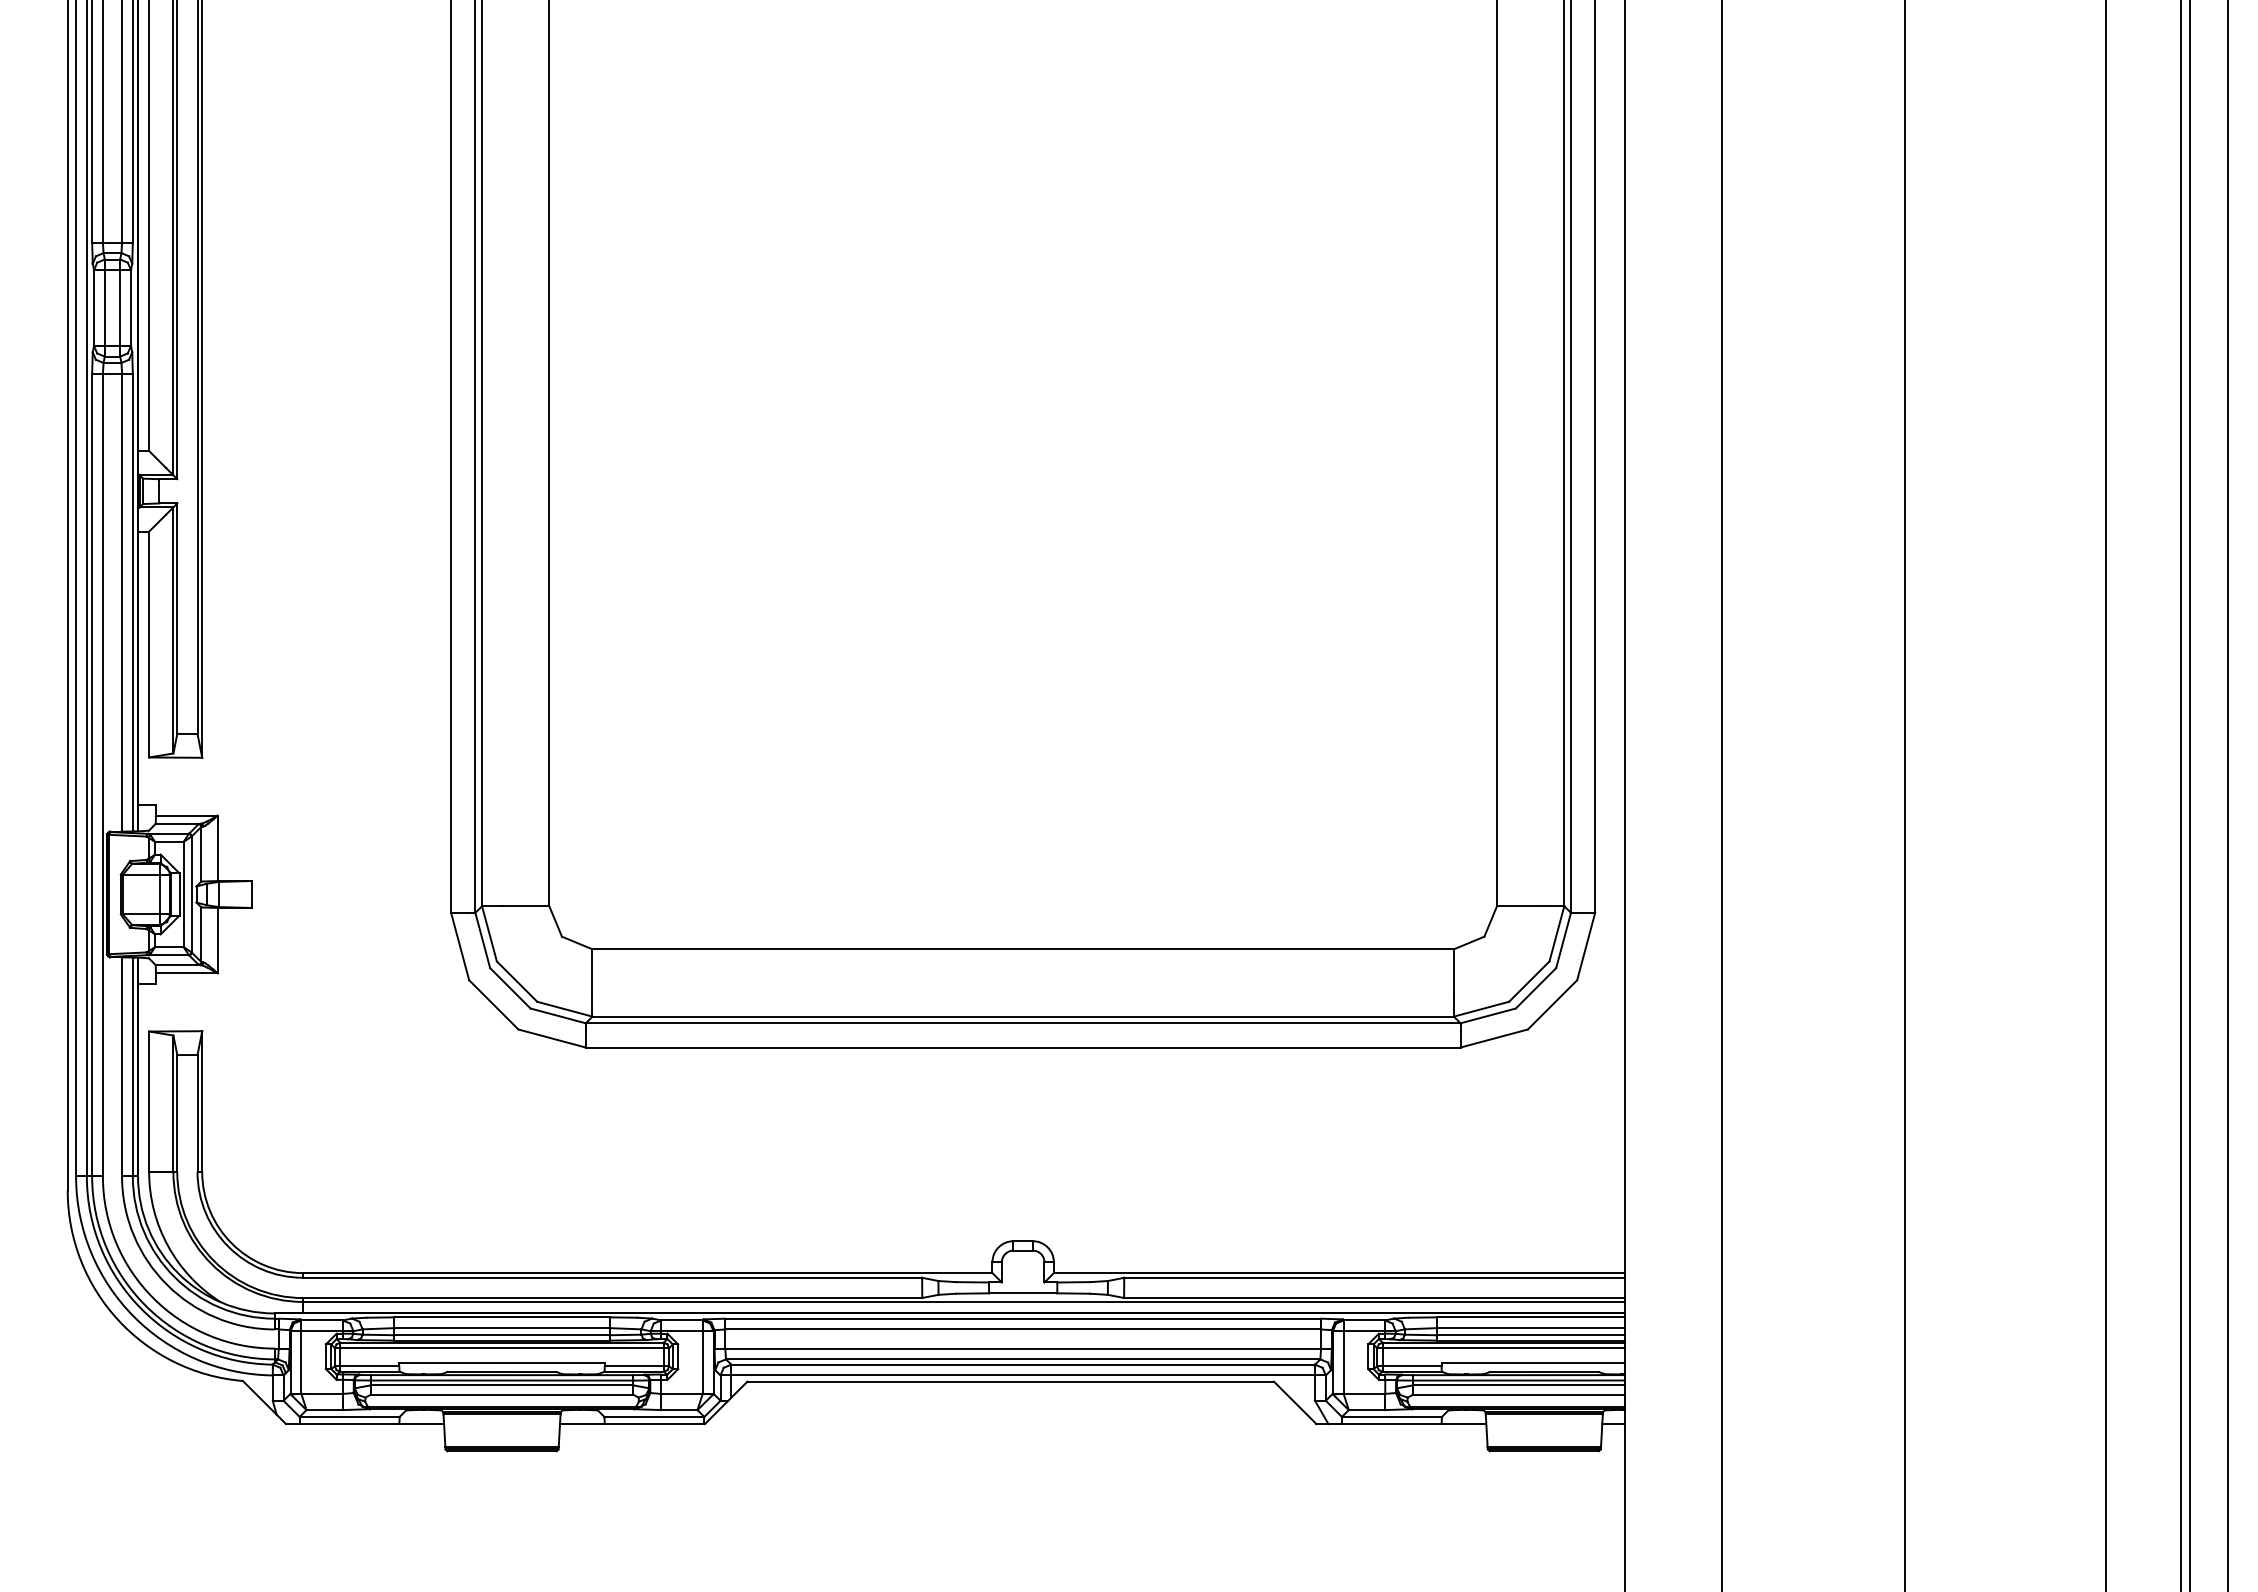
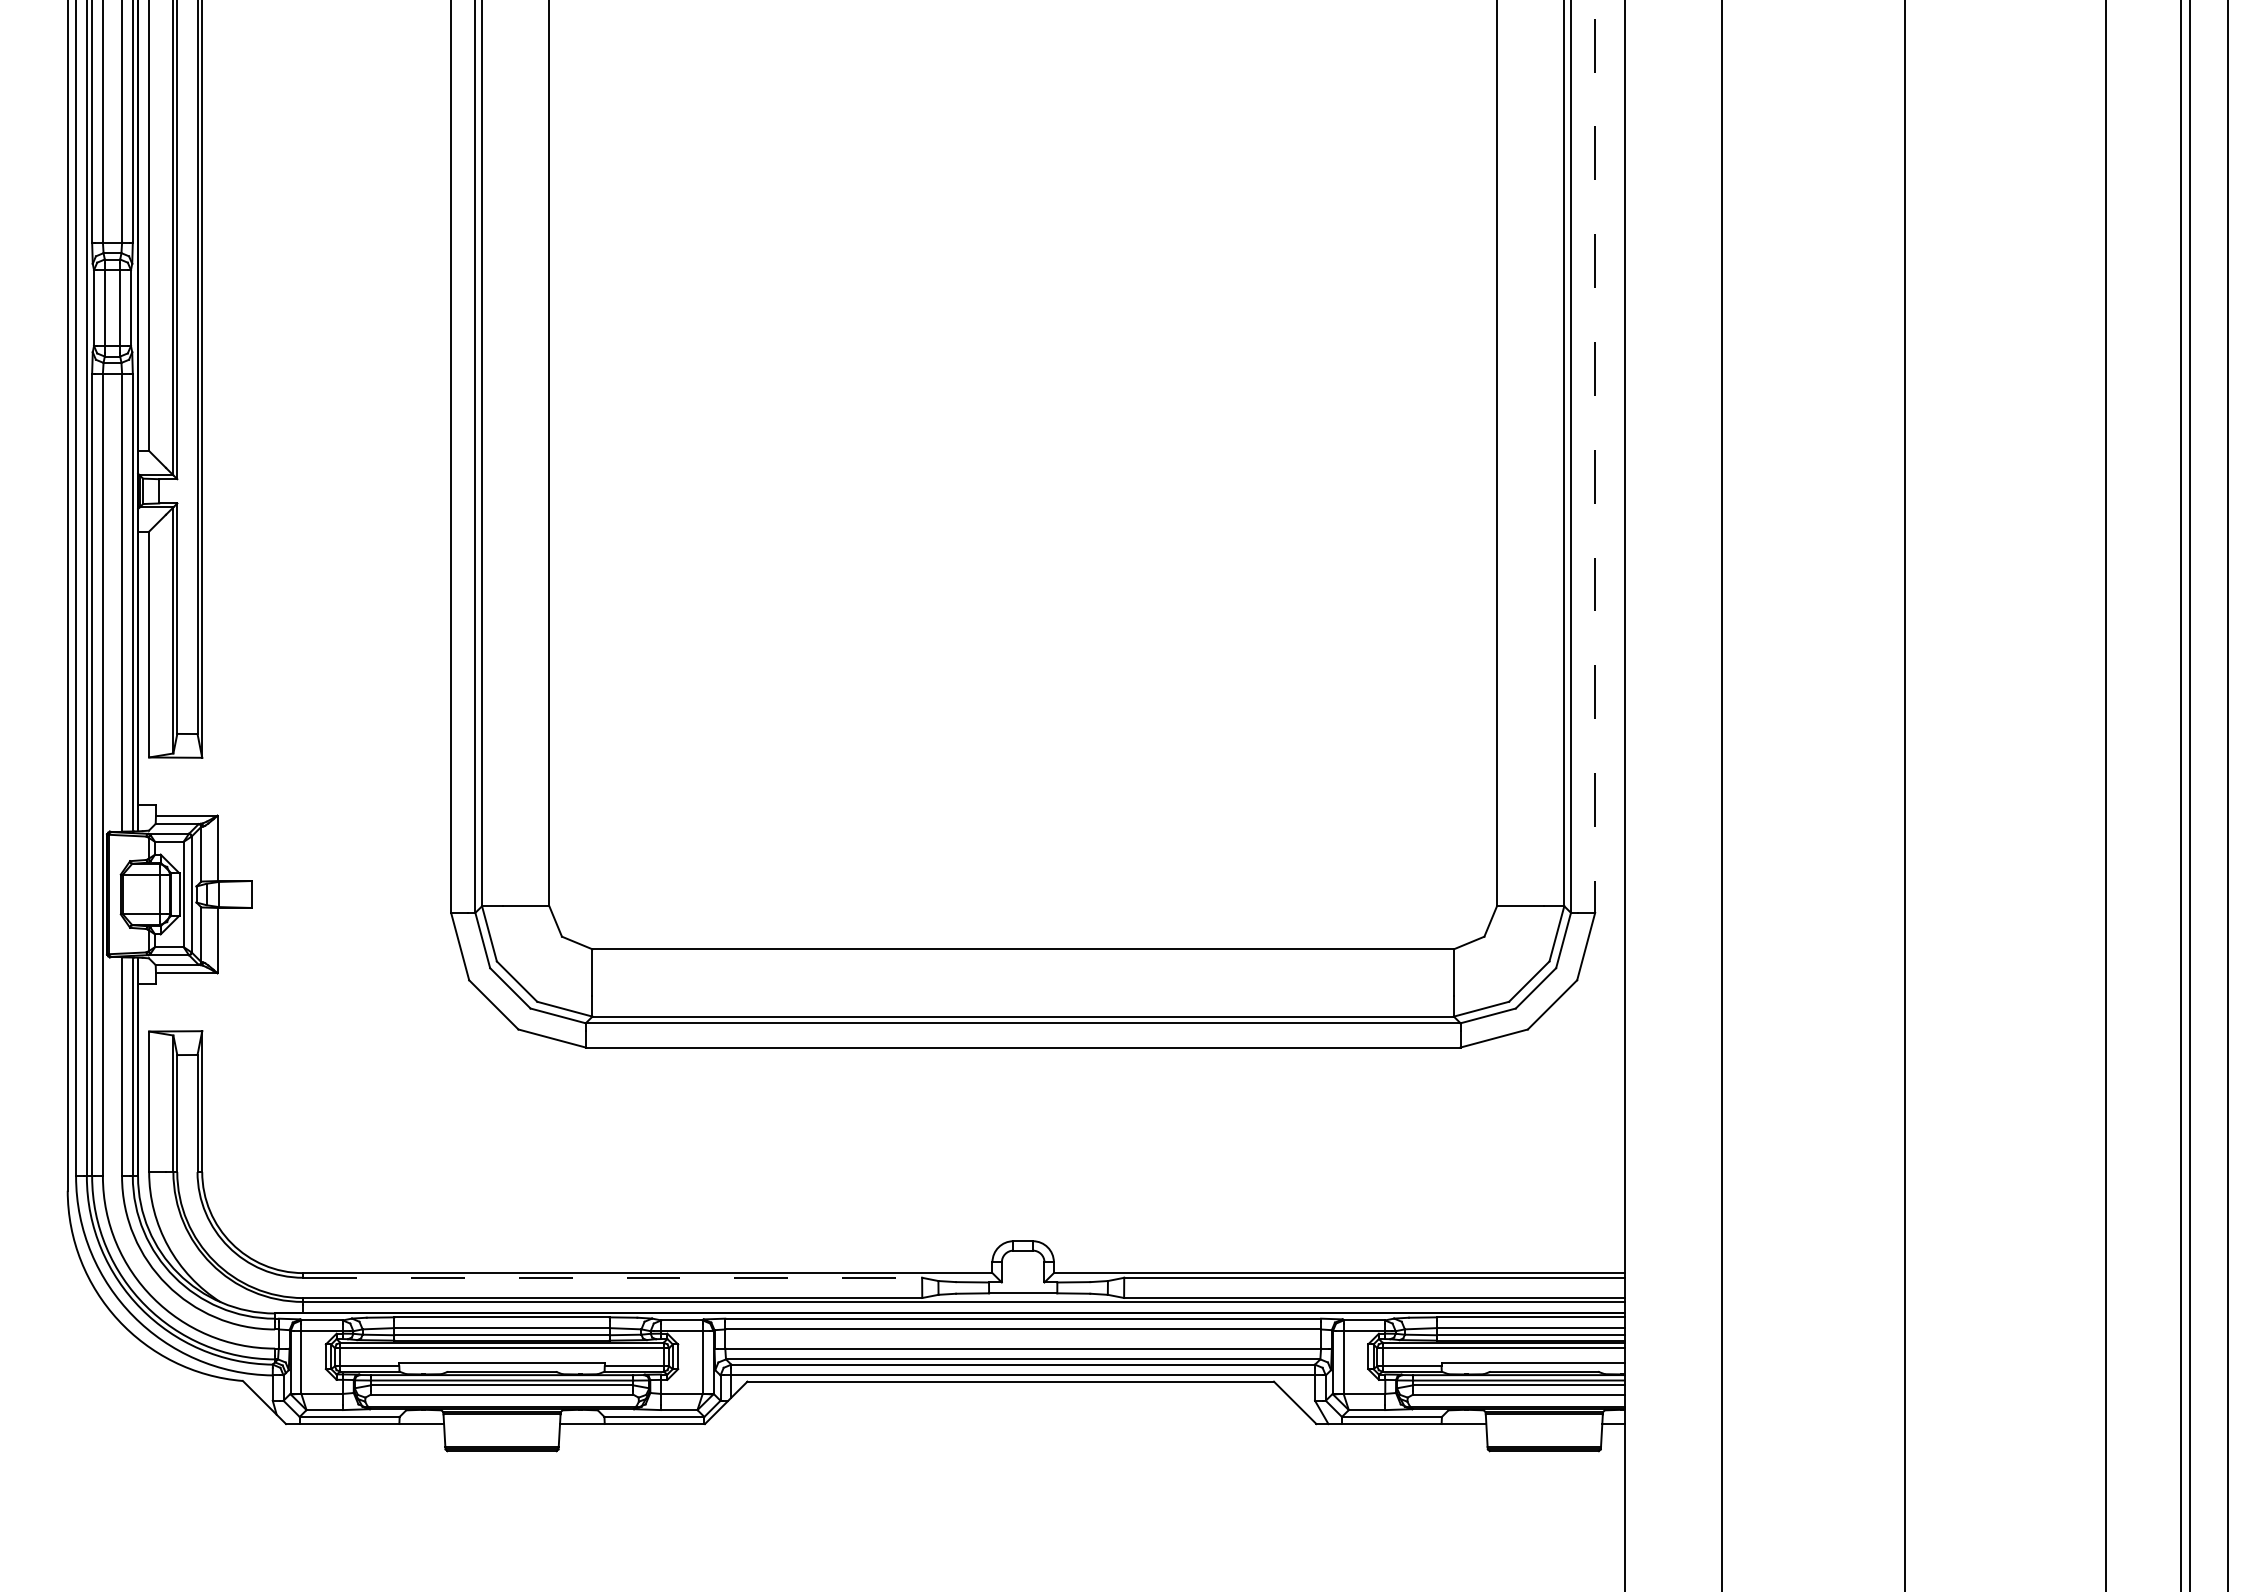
line at (1595, 457): solid -> dashed
line at (613, 1277): solid -> dashed
